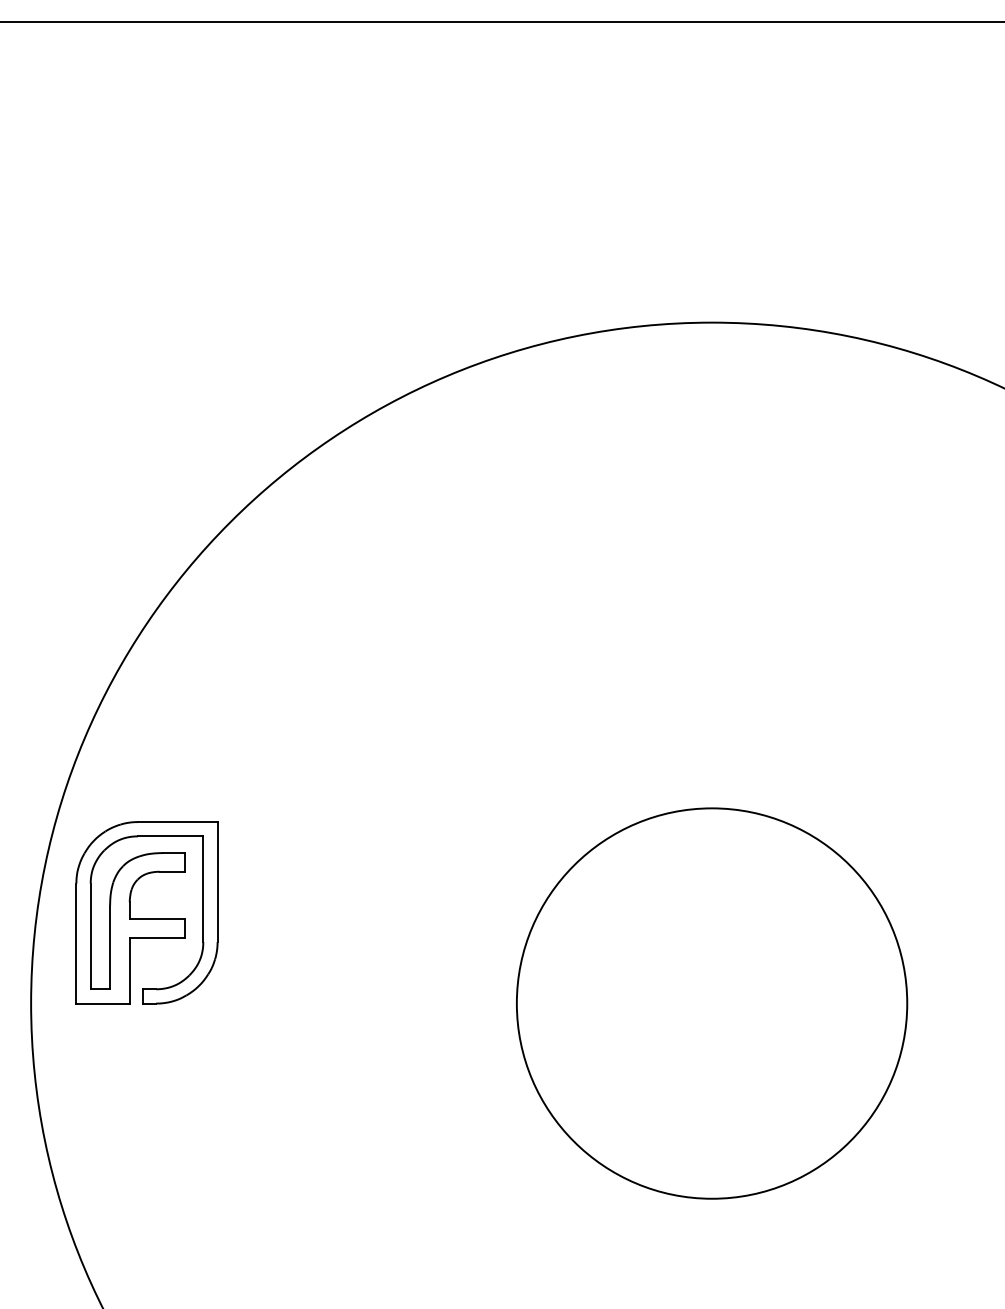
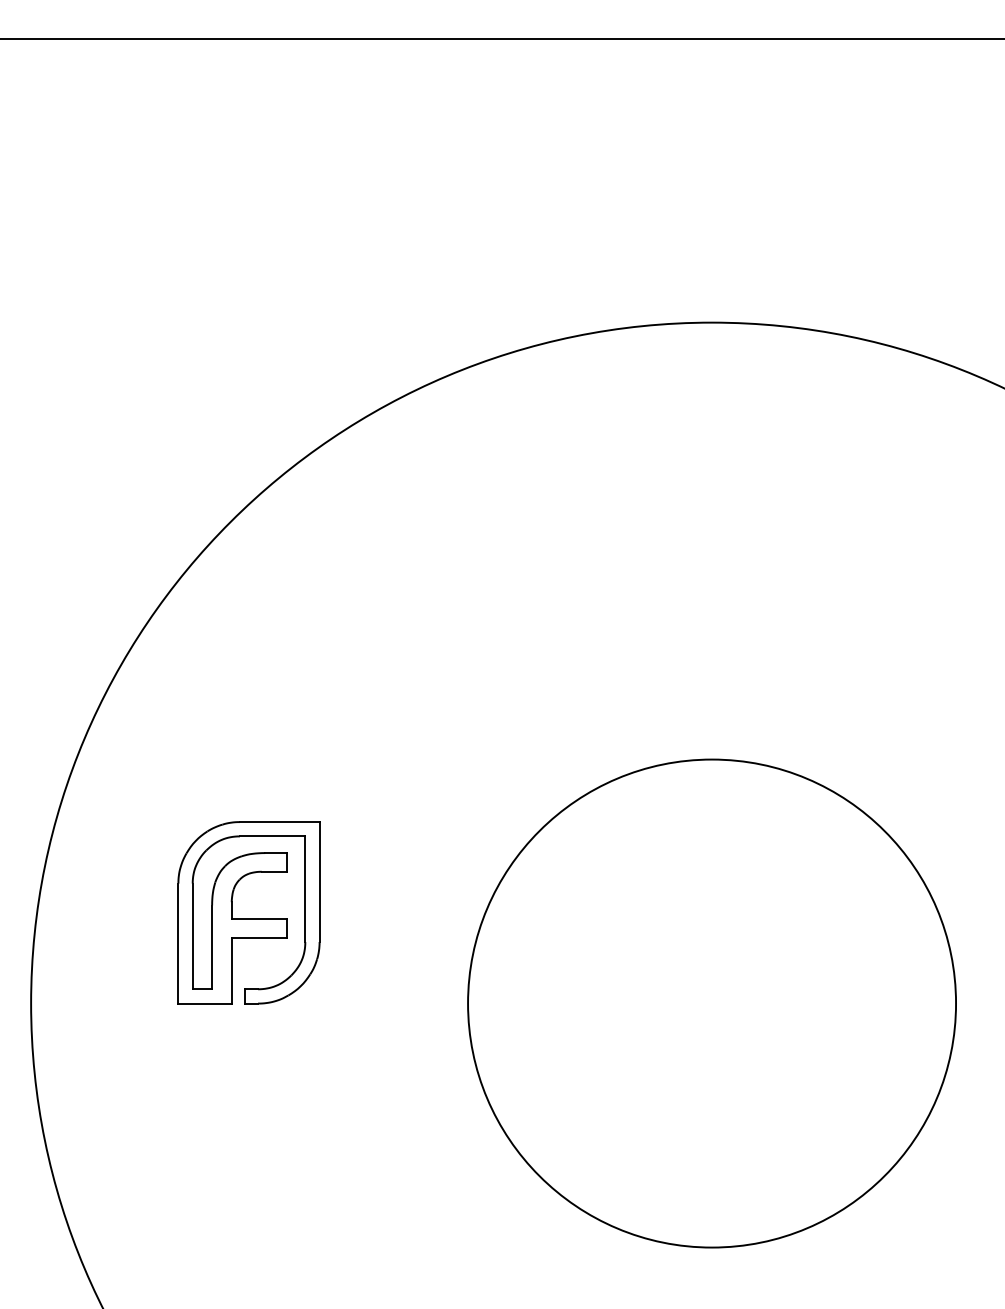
line at (501, 22) position: (501, 22) -> (501, 39)
part at (146, 912) position: (146, 912) -> (248, 912)
circle at (711, 1003) diameter: 390 px -> 488 px
